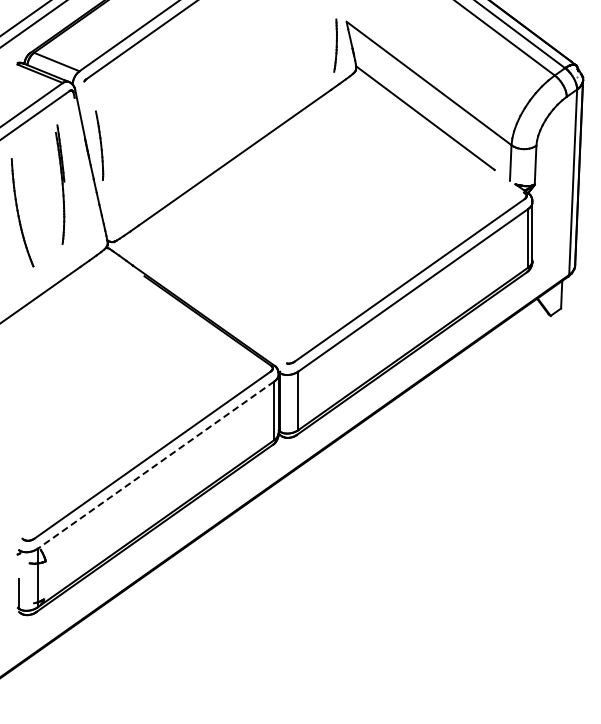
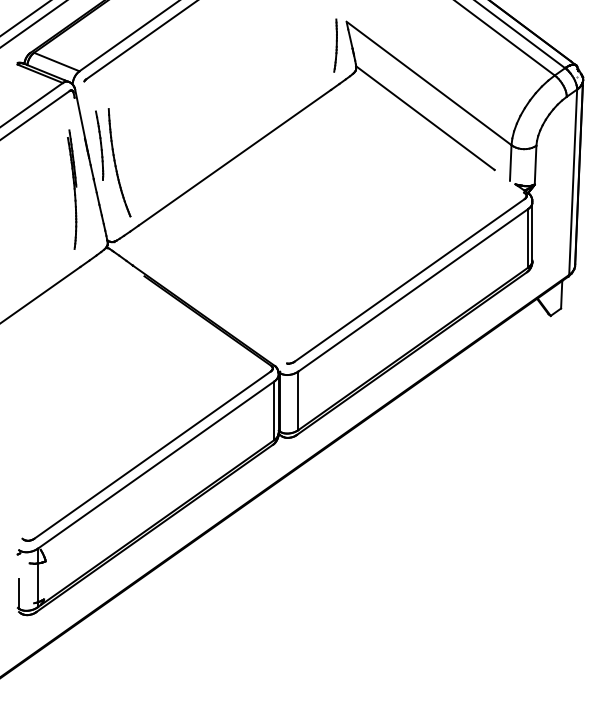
part at (60, 184) position: (60, 184) -> (72, 189)
part at (22, 212) position: (22, 212) -> (119, 162)
line at (156, 465): dashed -> solid
